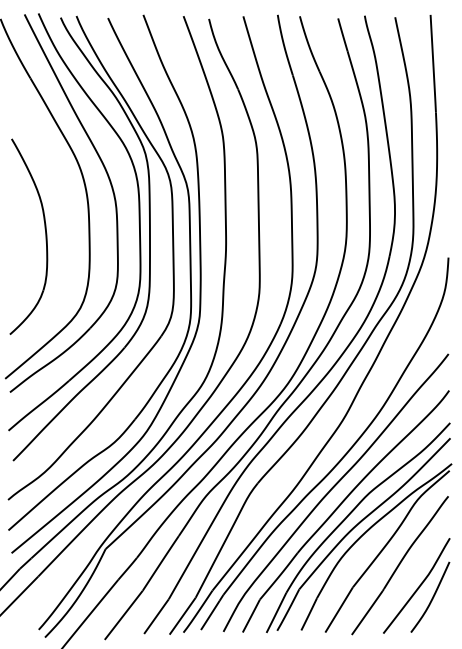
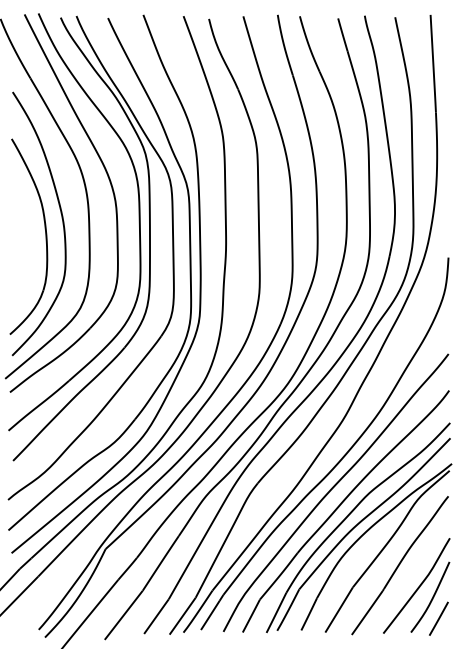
curve at (61, 218): none -> present
line at (438, 618): none -> present
